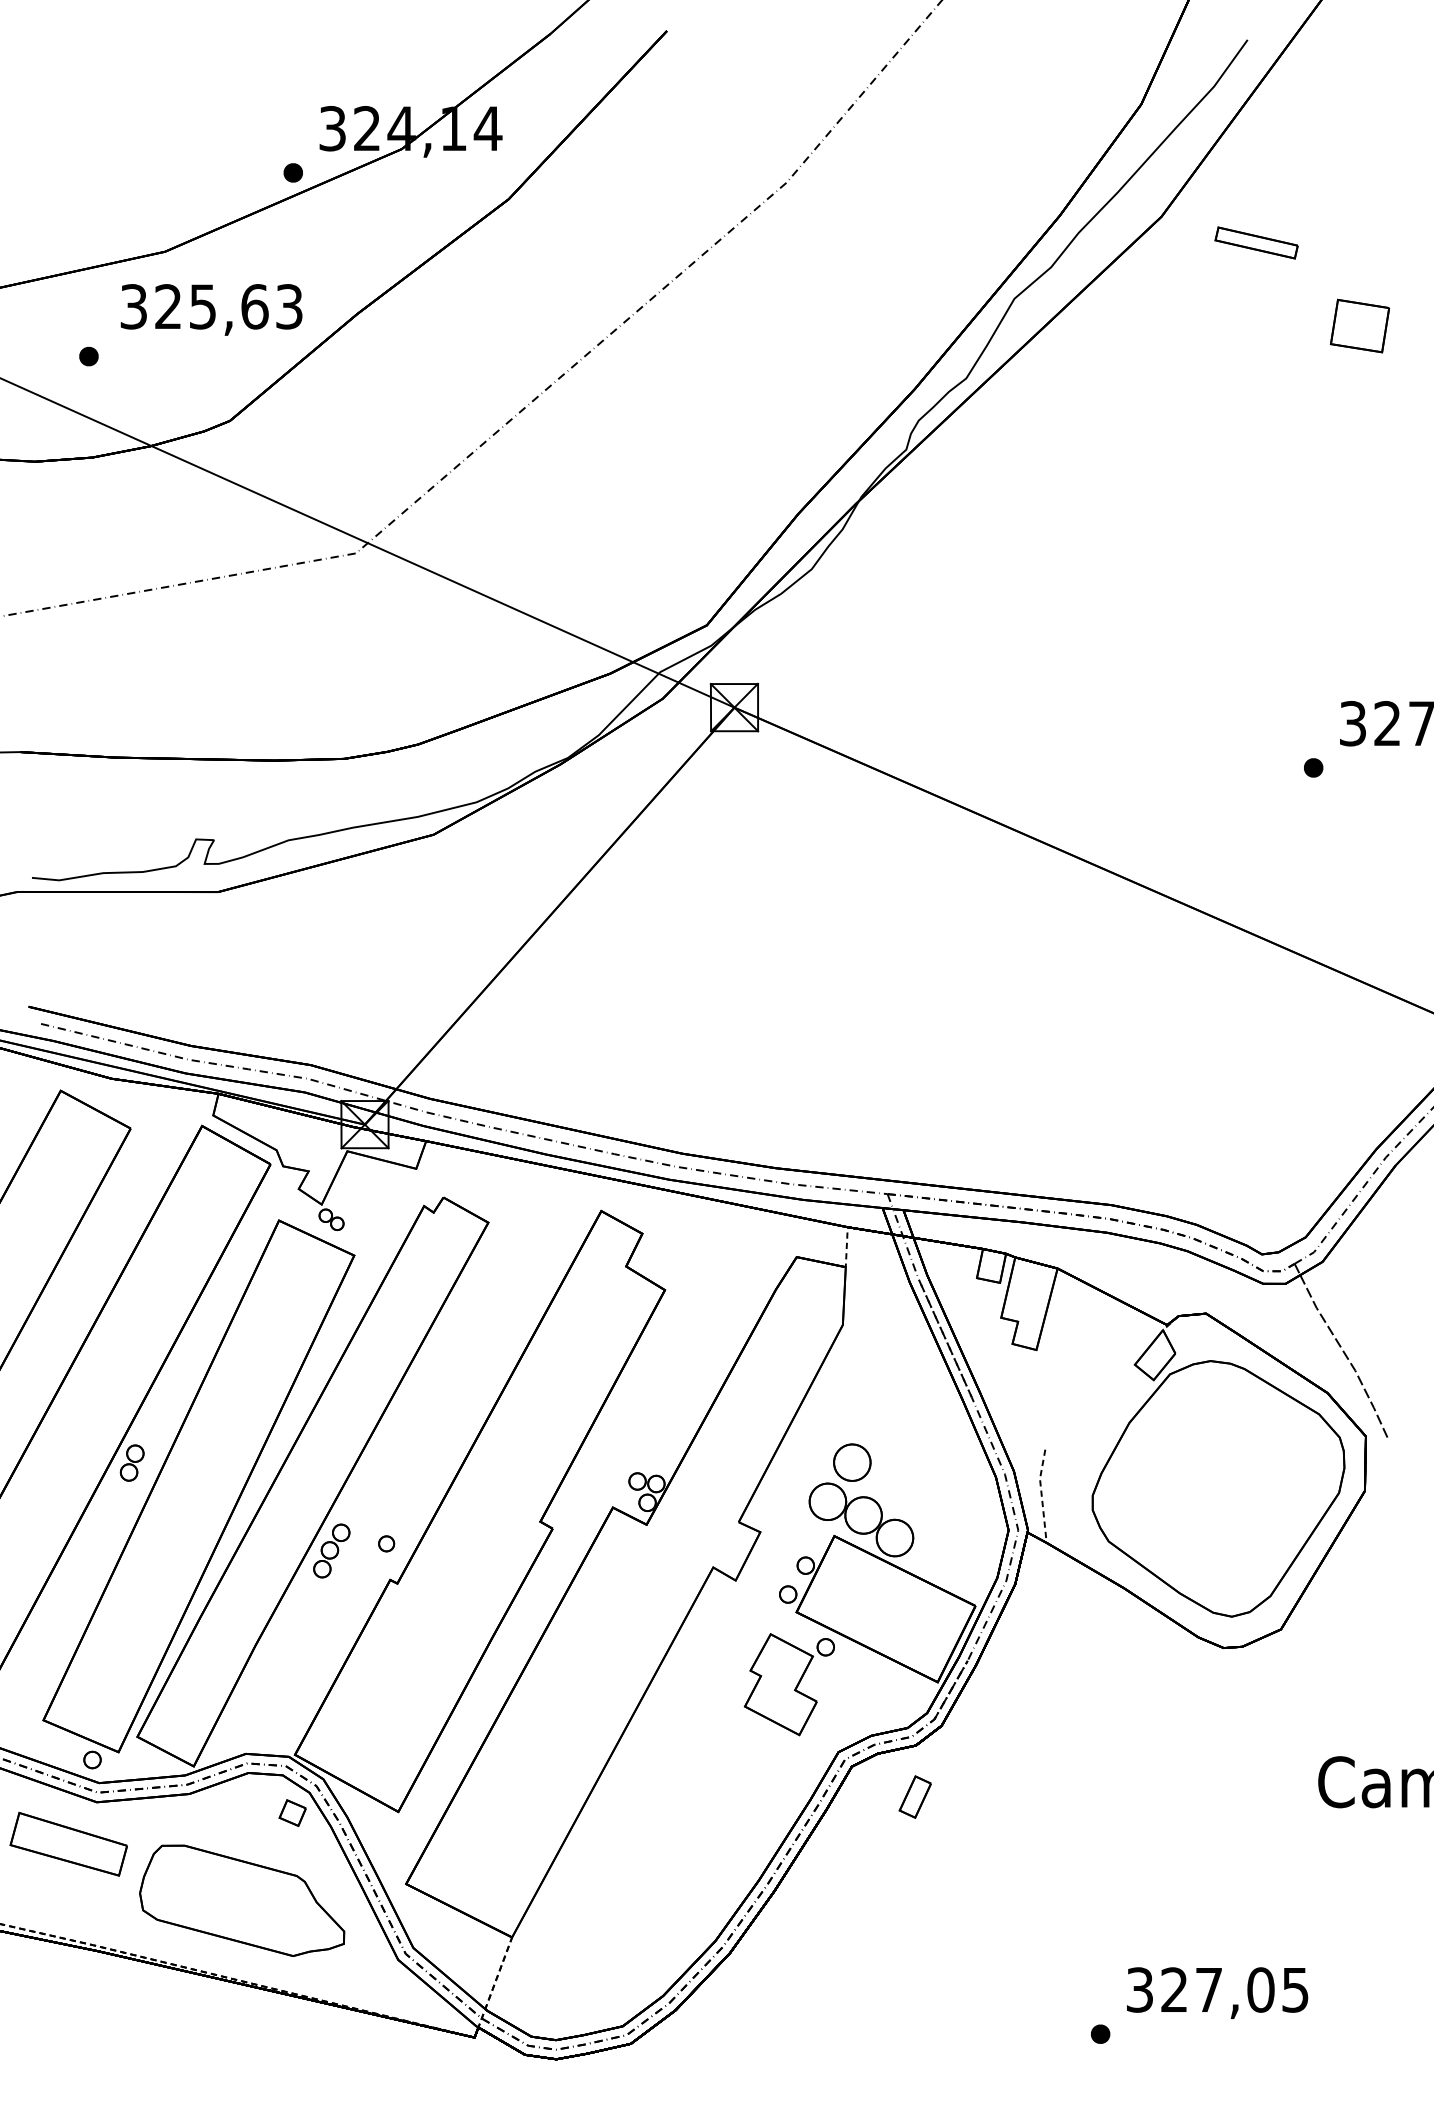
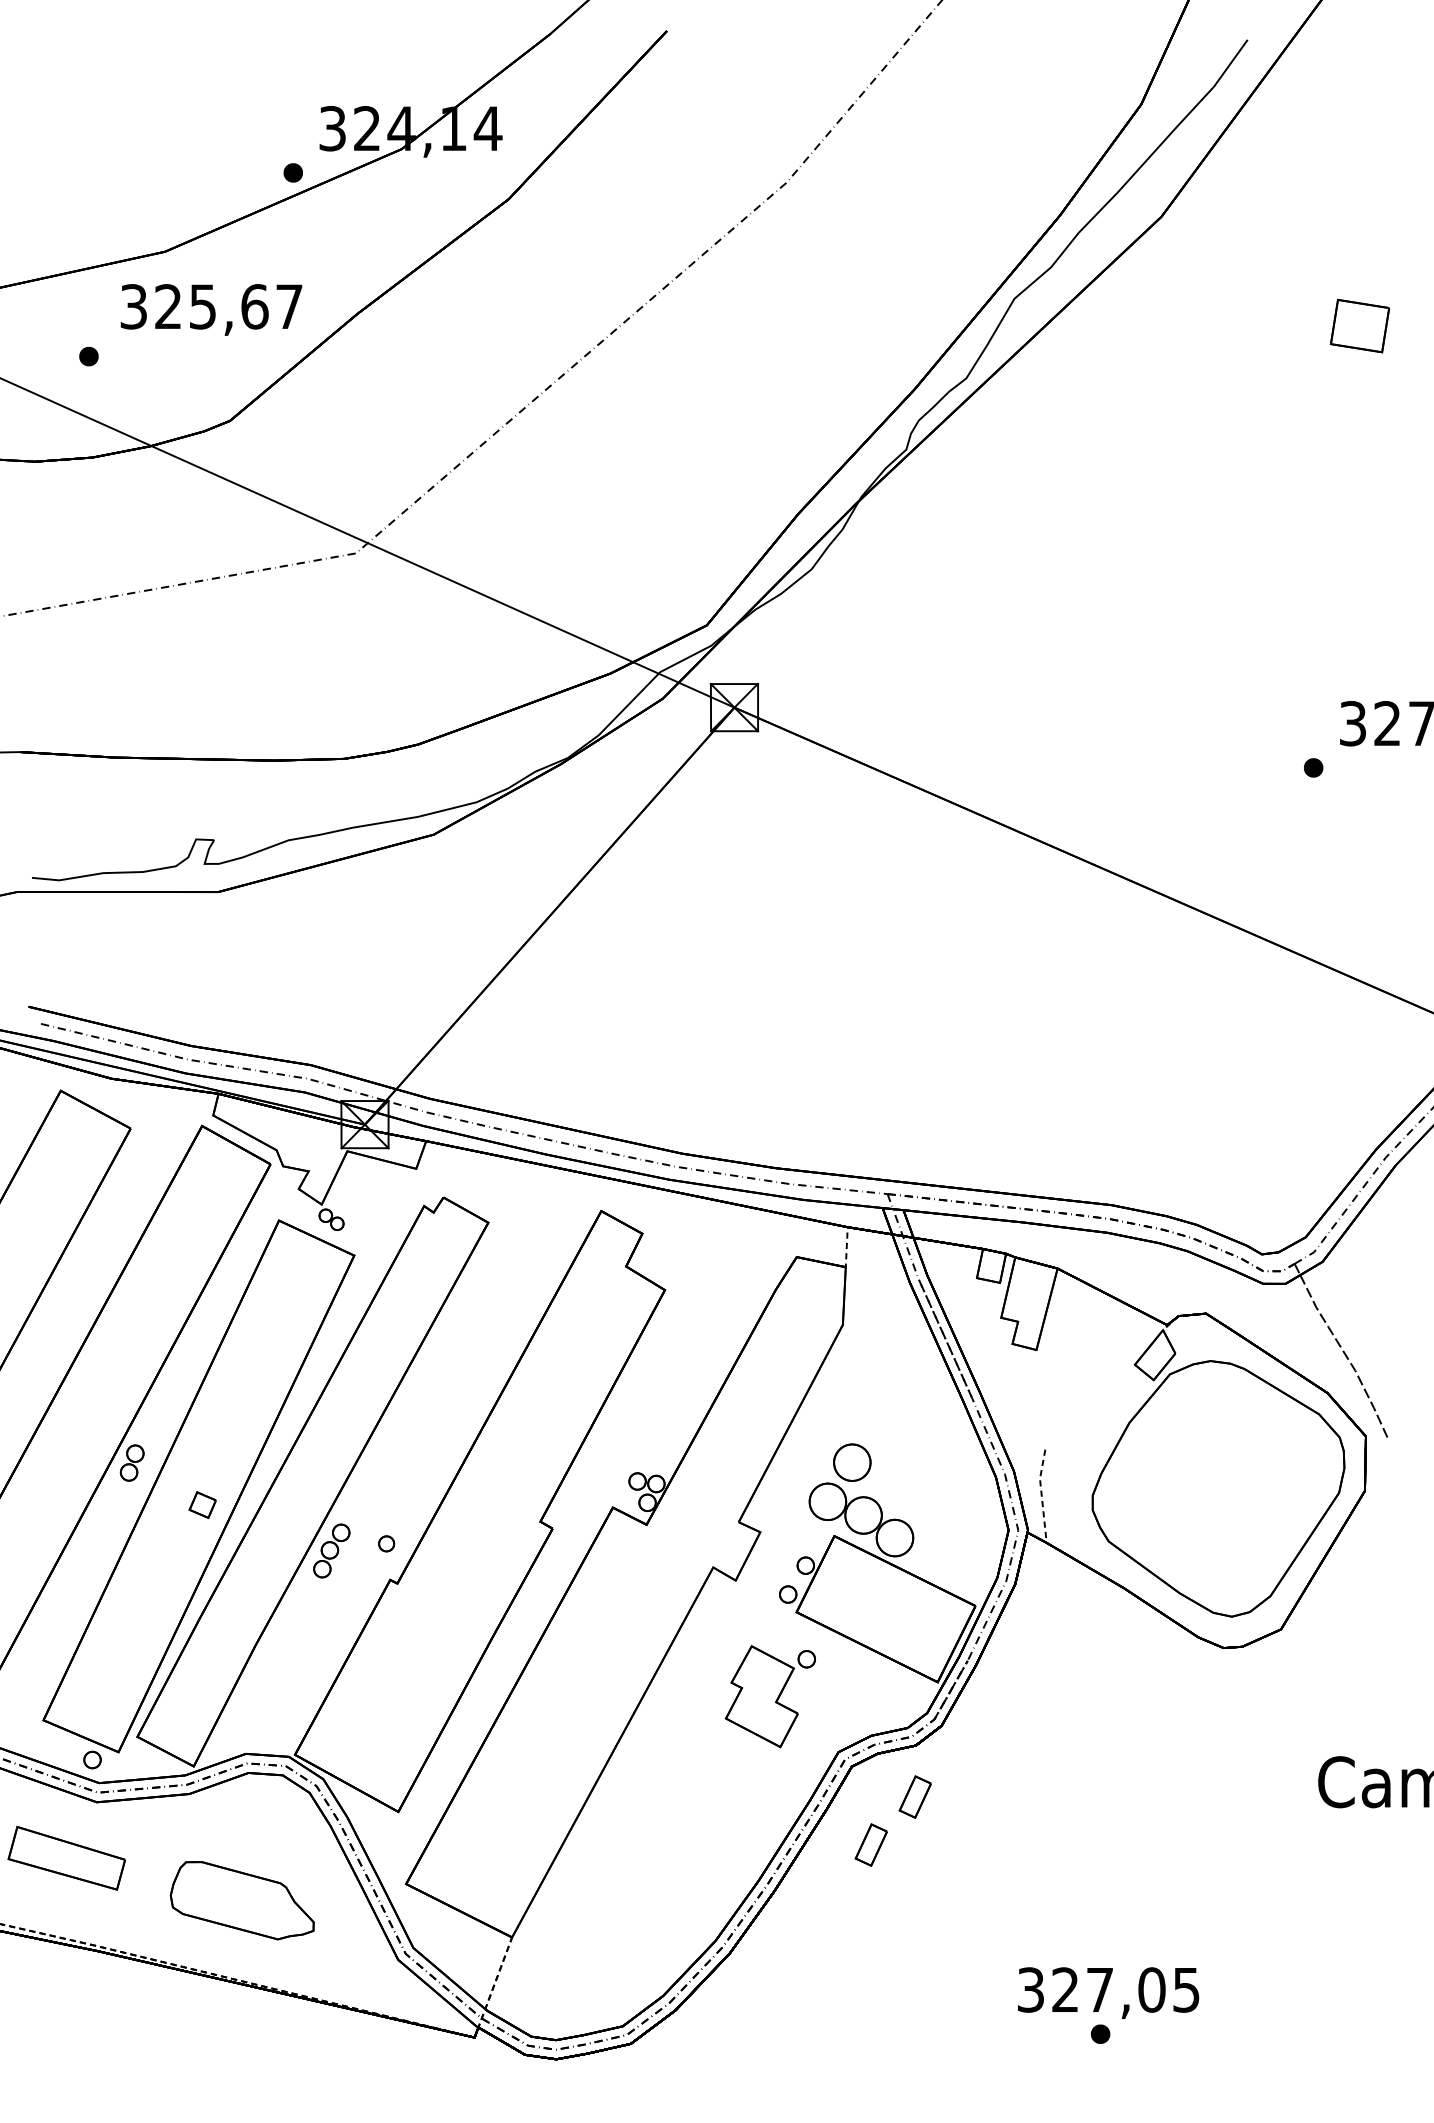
part at (1256, 242): present -> none
text at (289, 306): 325,63 -> 325,67
part at (788, 1684) position: (788, 1684) -> (769, 1696)
part at (292, 1812) position: (292, 1812) -> (202, 1504)
part at (68, 1844) position: (68, 1844) -> (66, 1858)
part at (870, 1844): none -> present
part at (242, 1900) size: 207x113 px -> 146x80 px
text at (1217, 1992) position: (1217, 1992) -> (1108, 1992)
